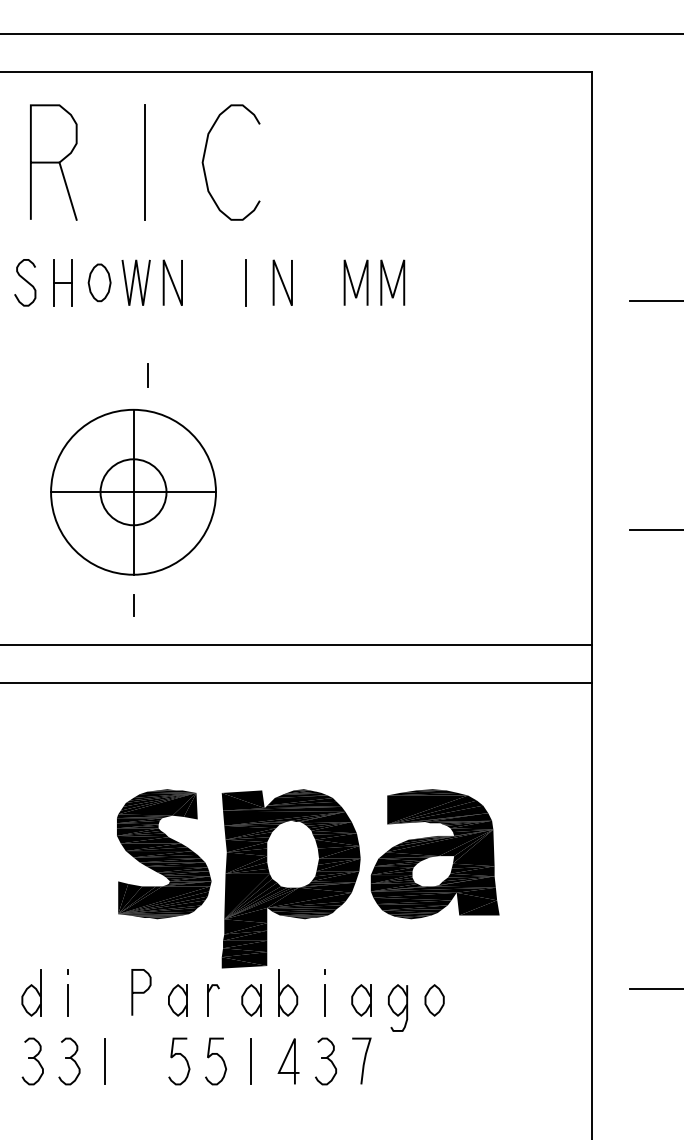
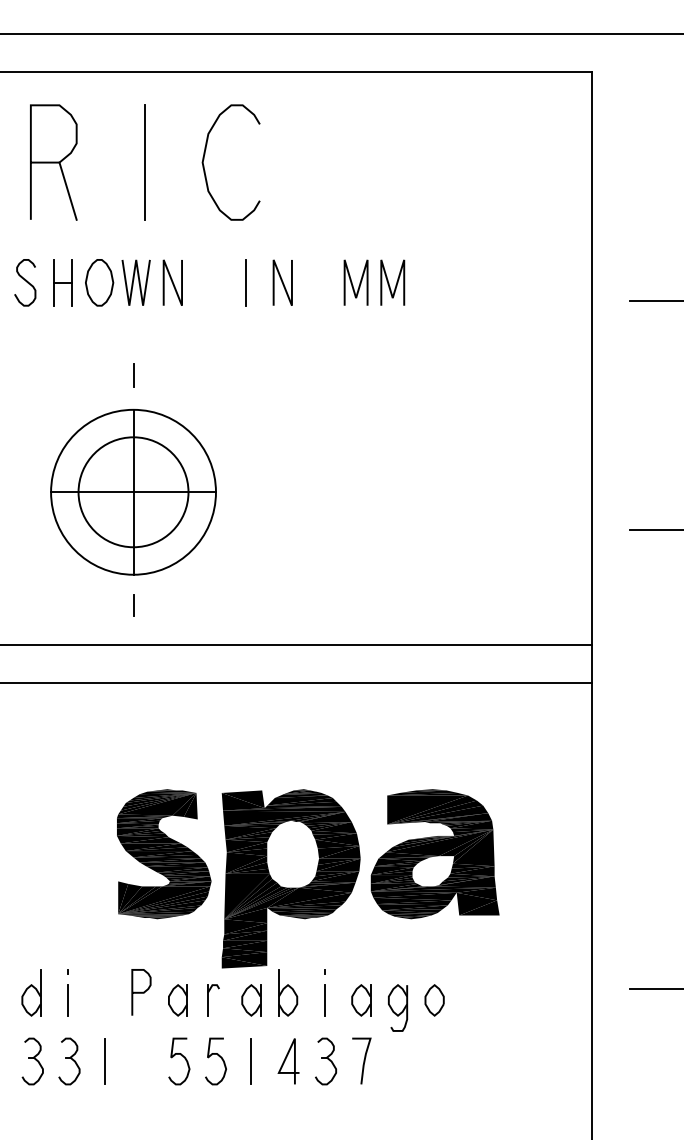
part at (99, 282) size: 25x40 px -> 30x48 px
line at (147, 375) position: (147, 375) -> (133, 375)
circle at (133, 492) diameter: 66 px -> 110 px
